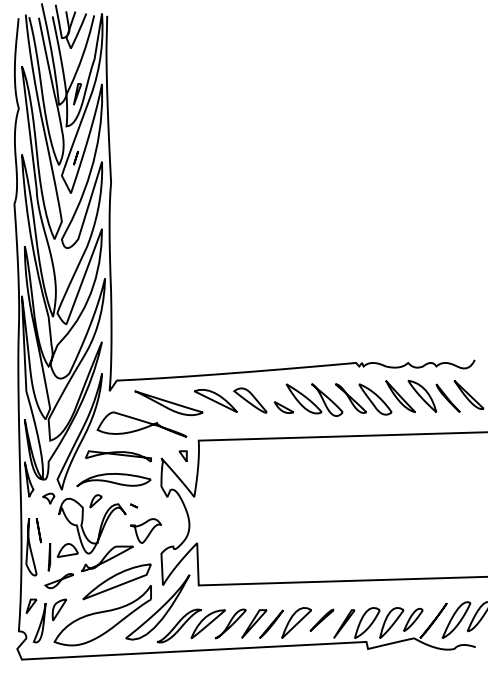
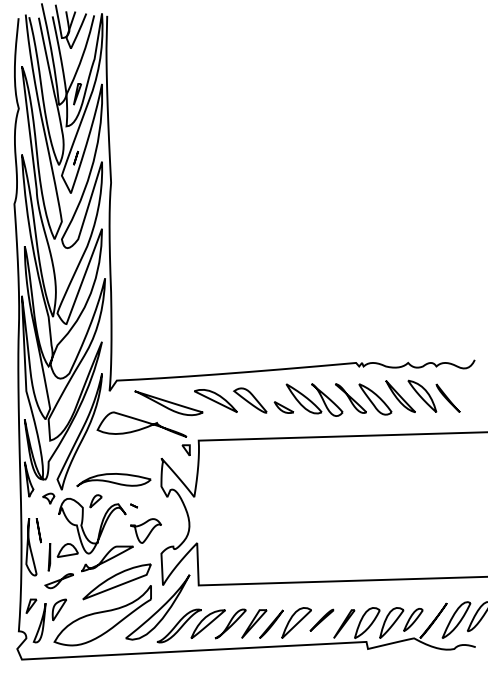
part at (468, 394): present -> none
part at (118, 456): present -> none
part at (182, 456) position: (182, 456) -> (185, 450)
